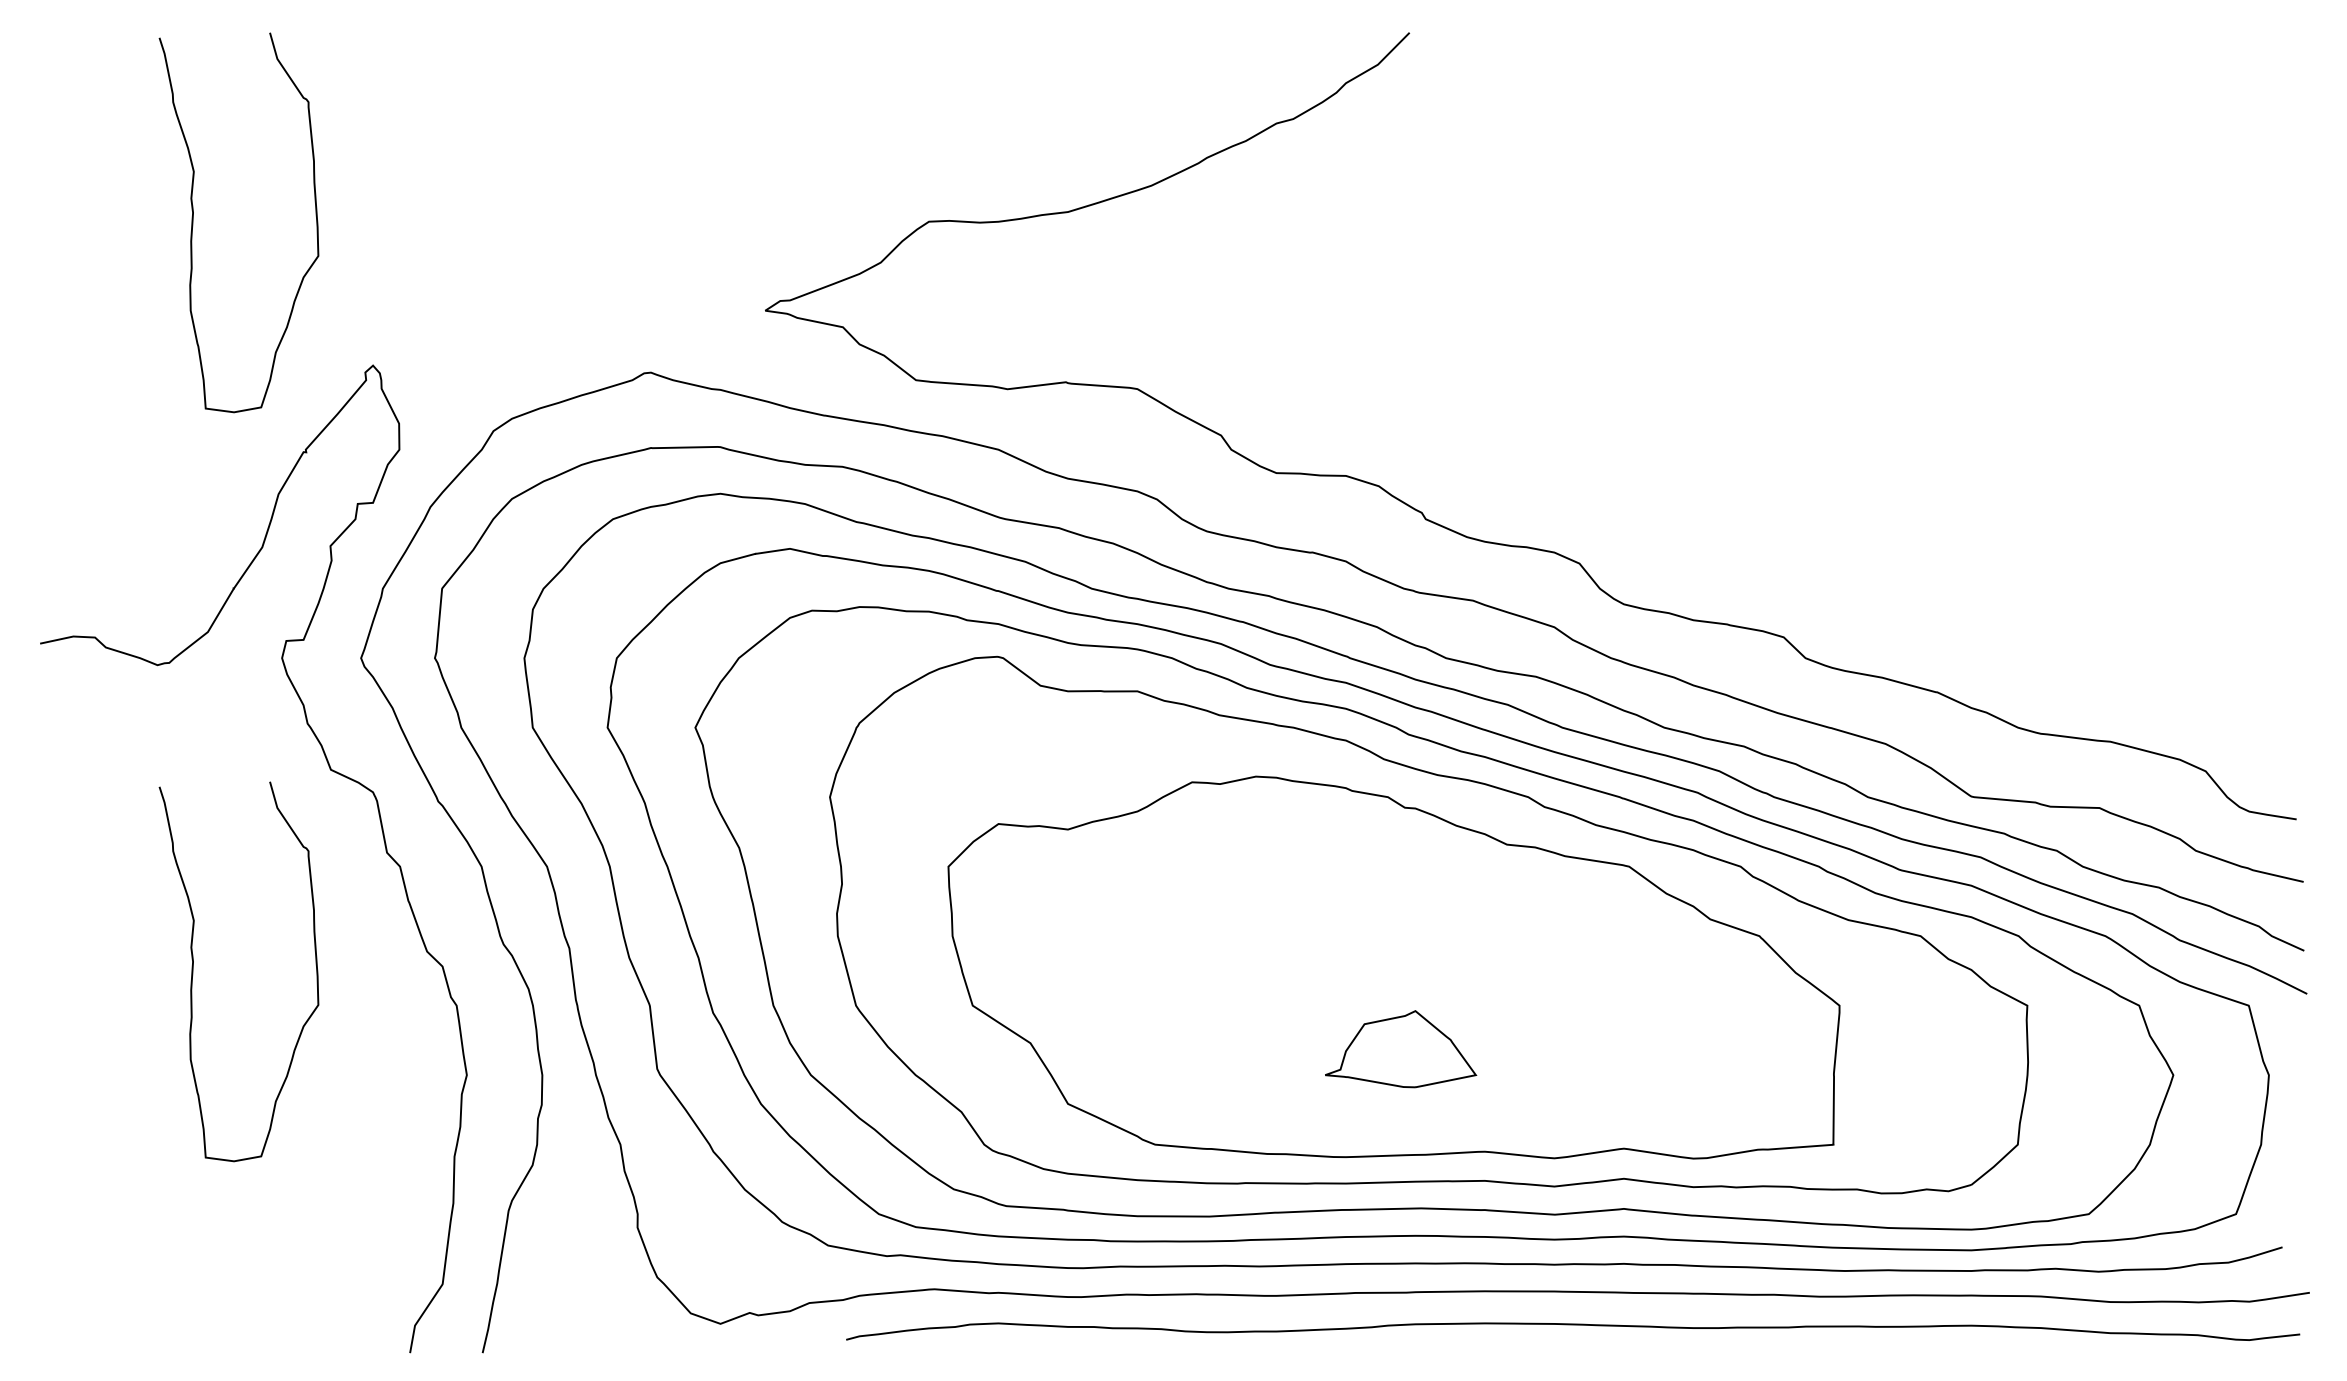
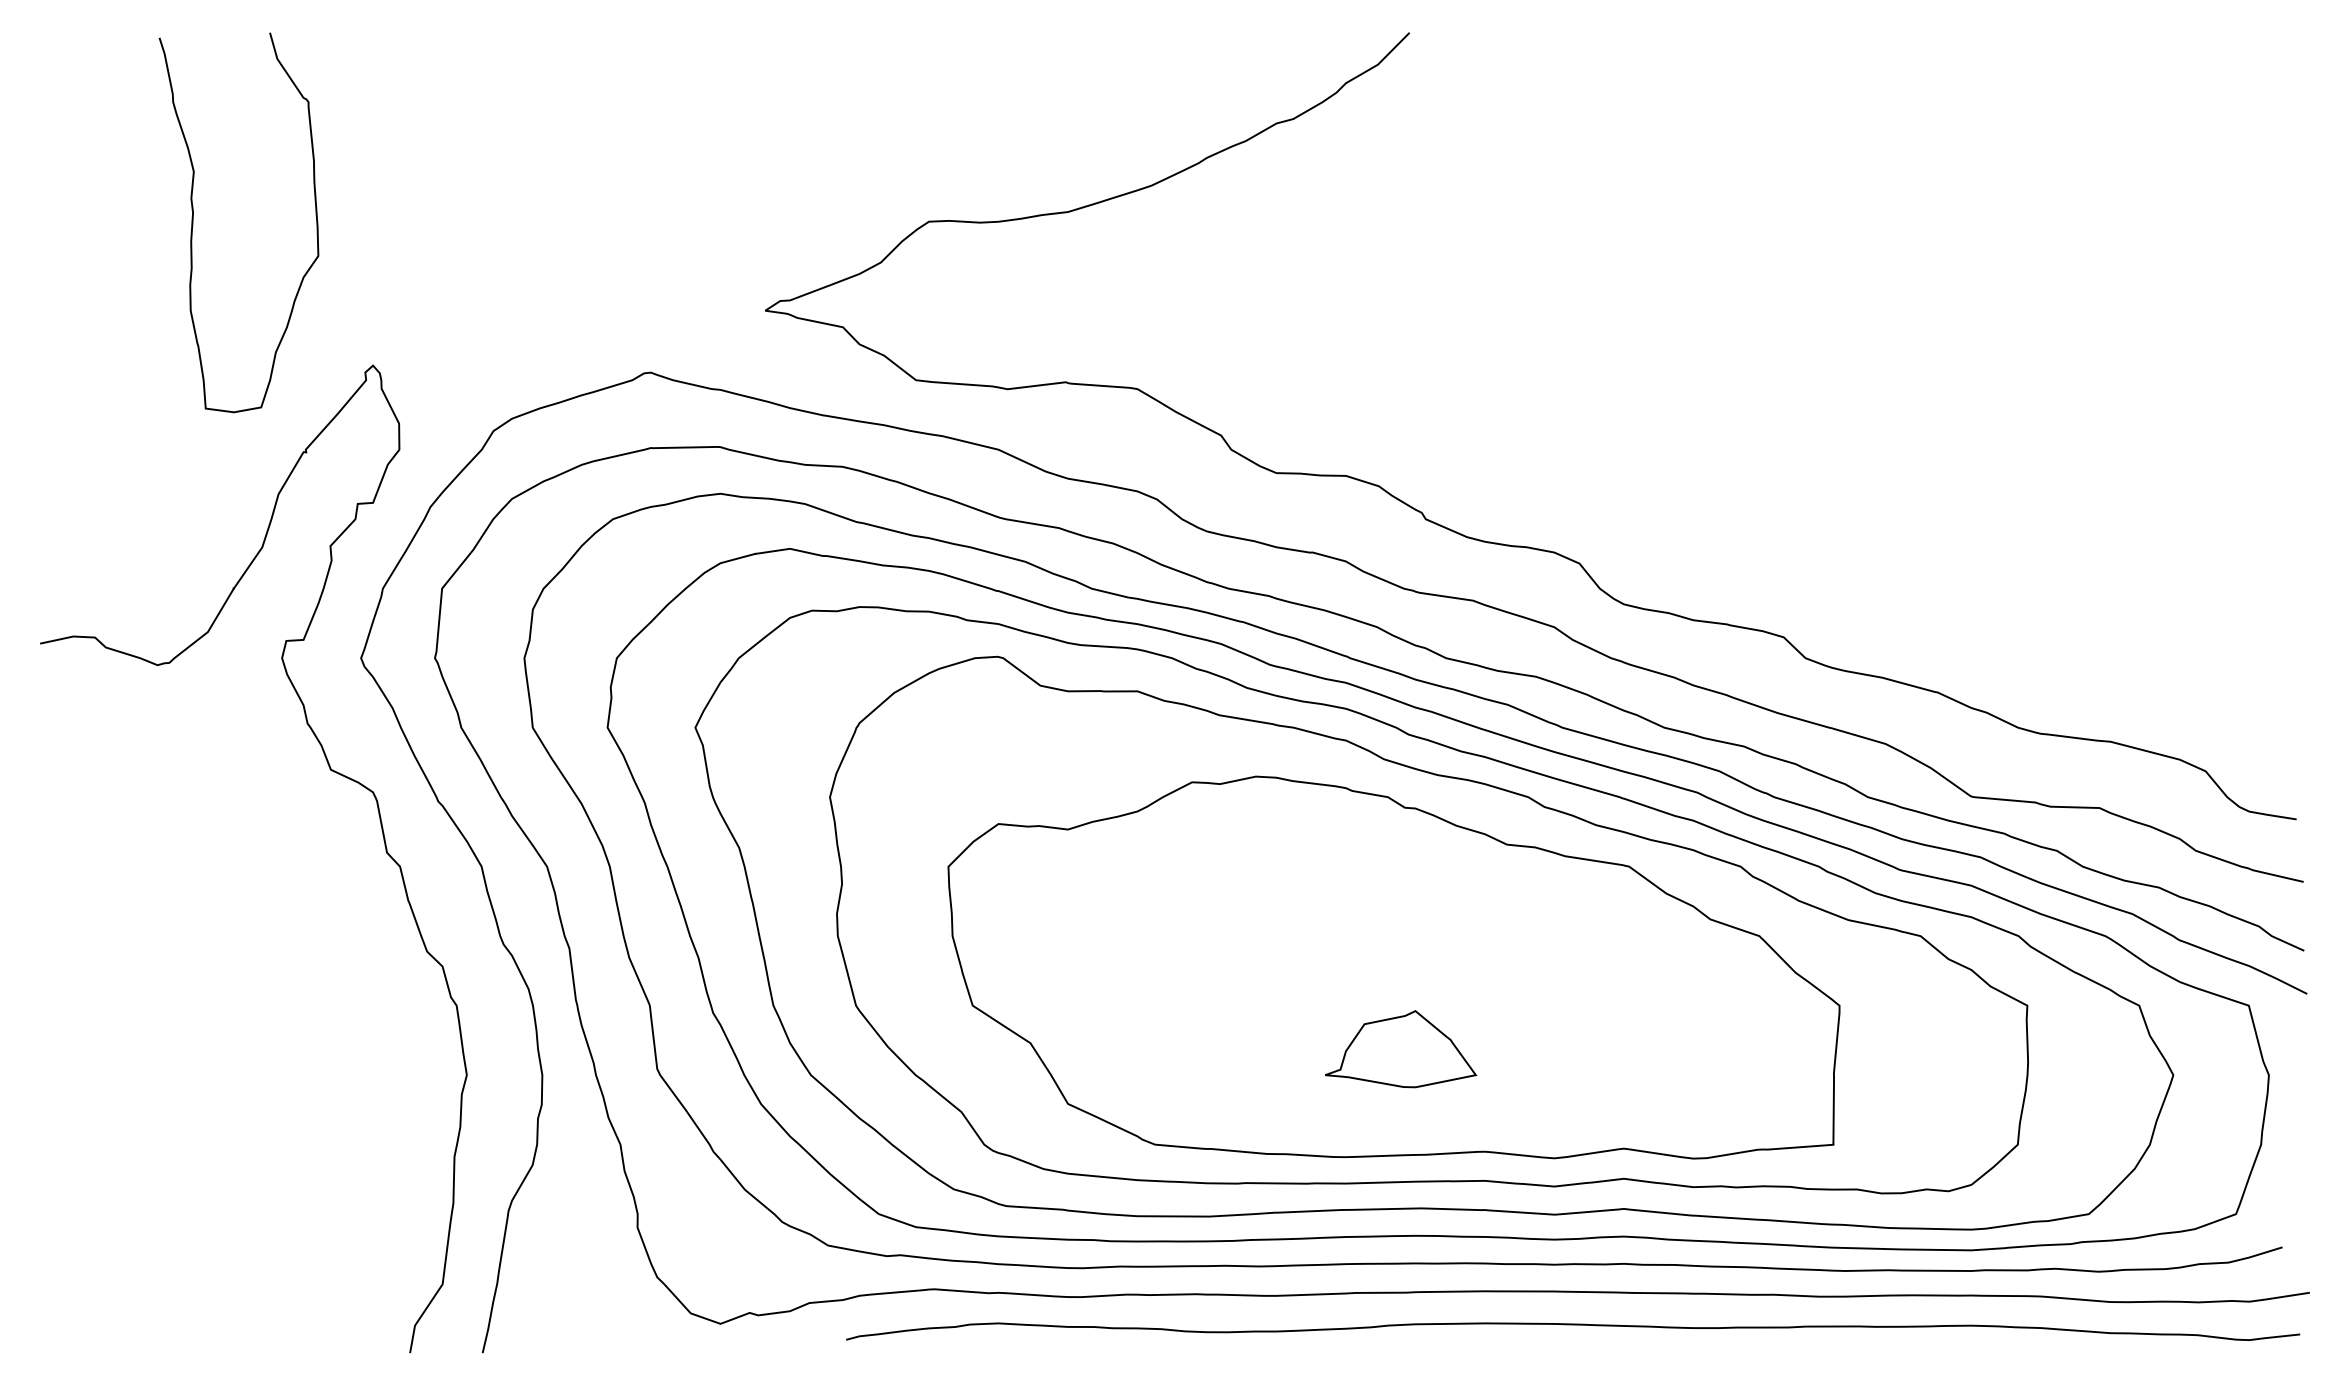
curve at (193, 971): present -> none
